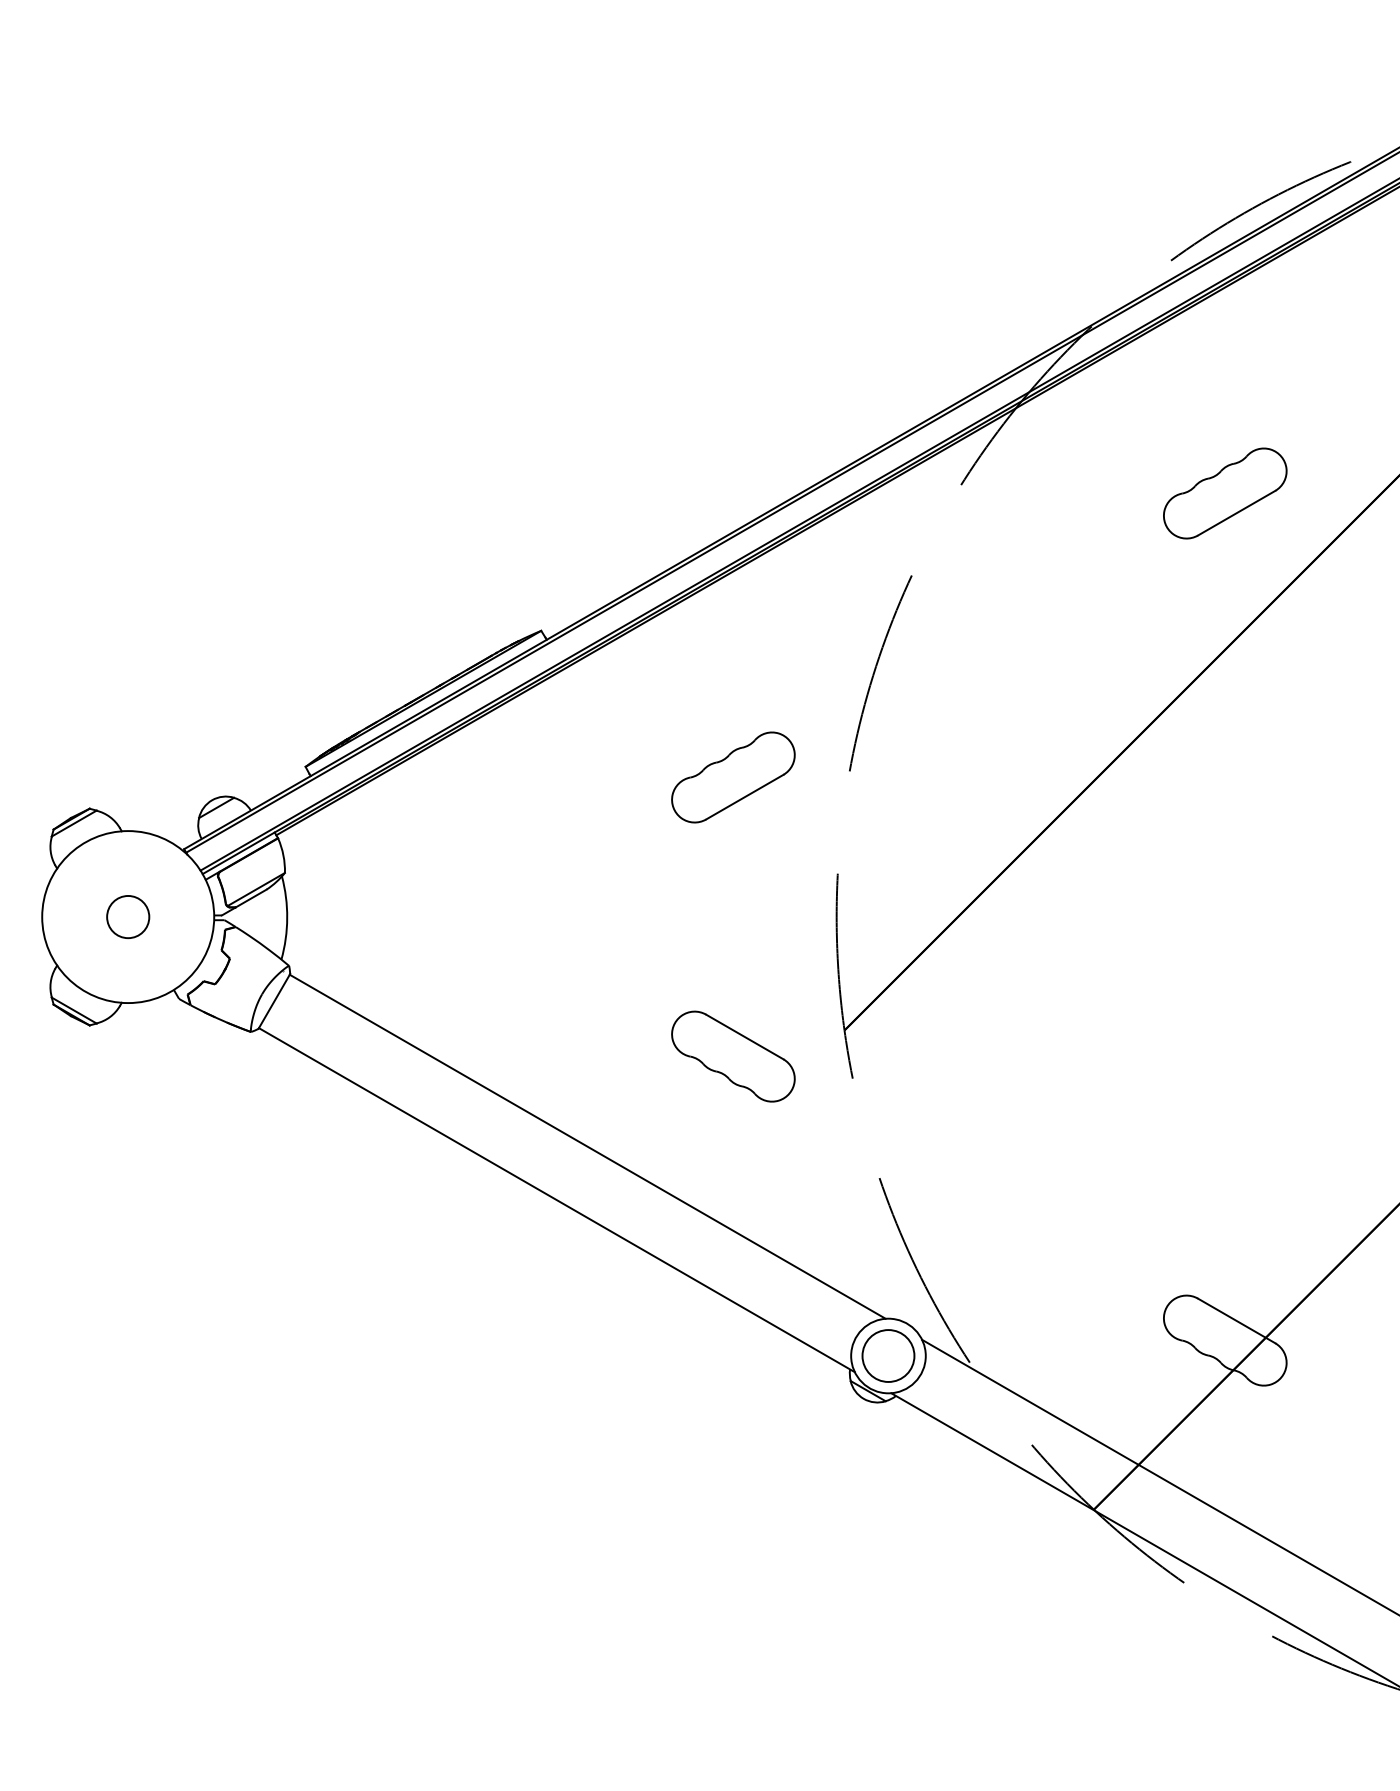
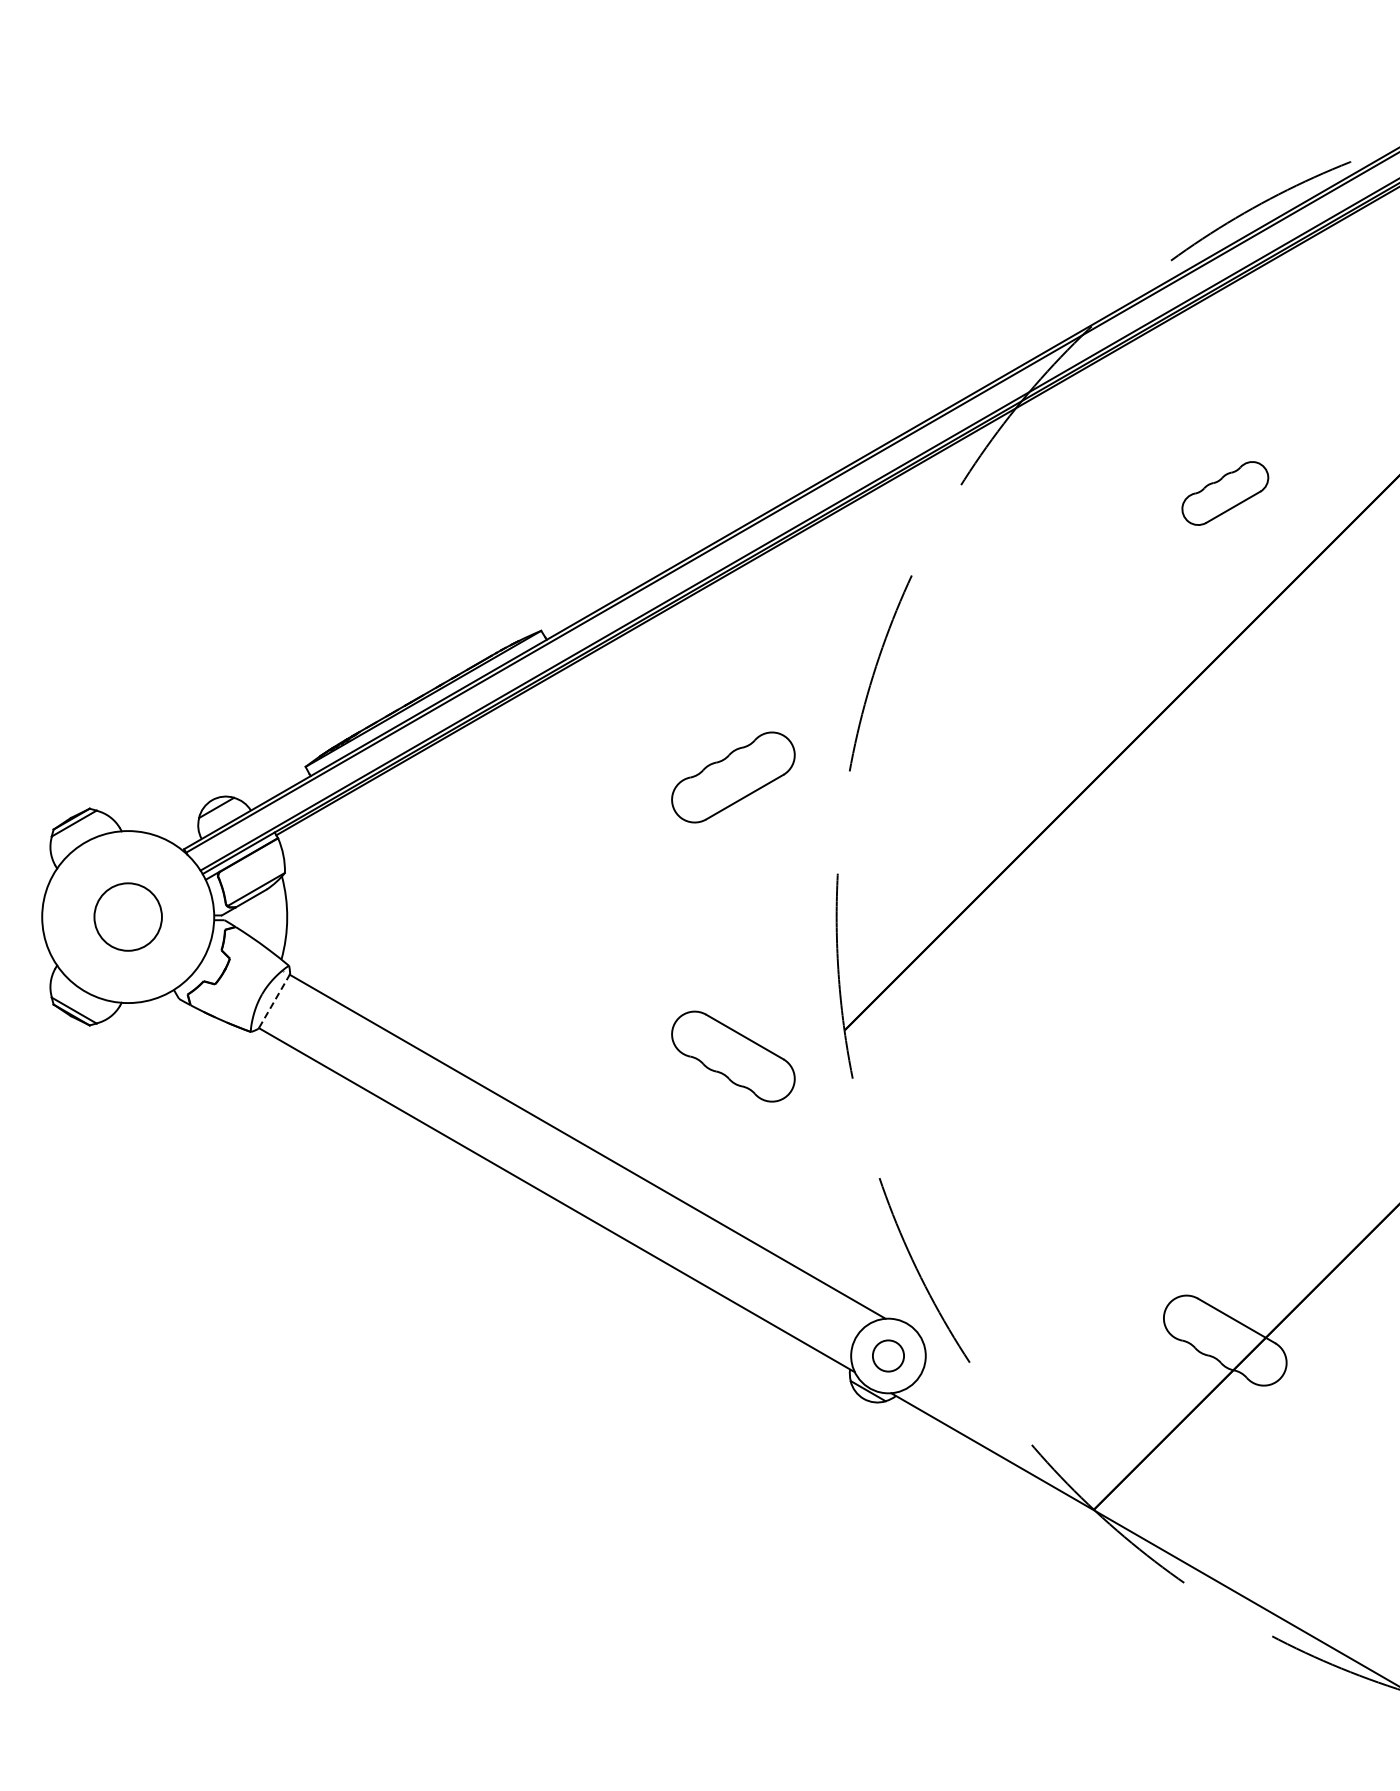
part at (1225, 493) size: 125x93 px -> 89x65 px
circle at (128, 916) diameter: 42 px -> 68 px
line at (274, 1001): solid -> dashed
circle at (888, 1355) diameter: 52 px -> 31 px
line at (1159, 1476): present -> none
